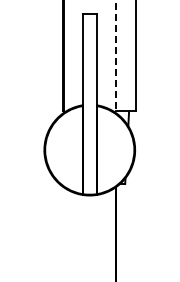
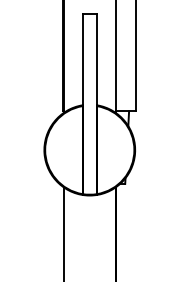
line at (115, 57): dashed -> solid
line at (63, 232): none -> present
